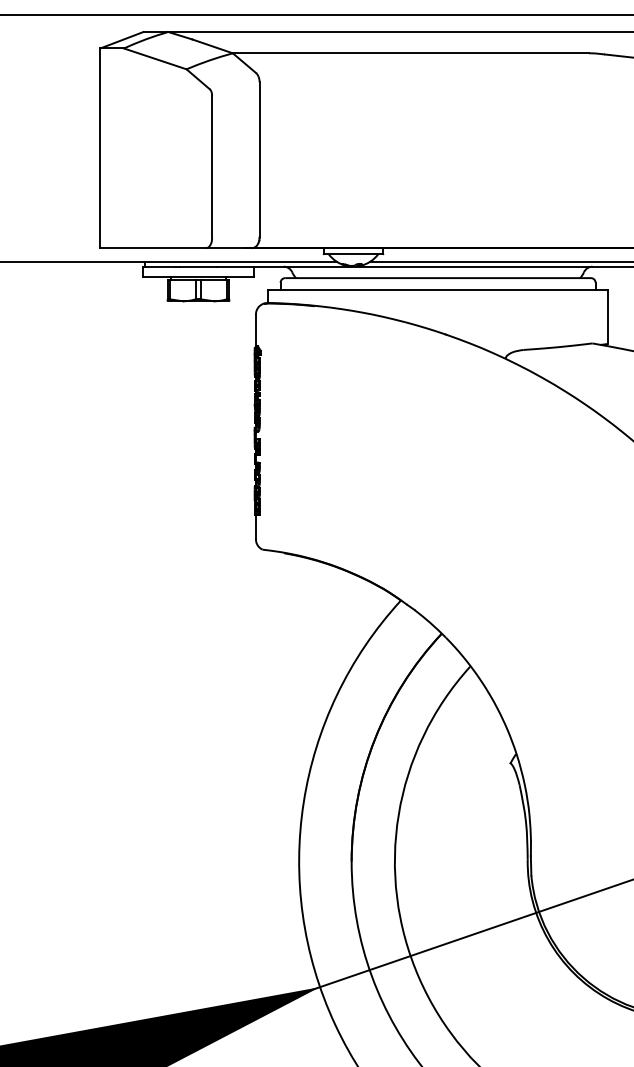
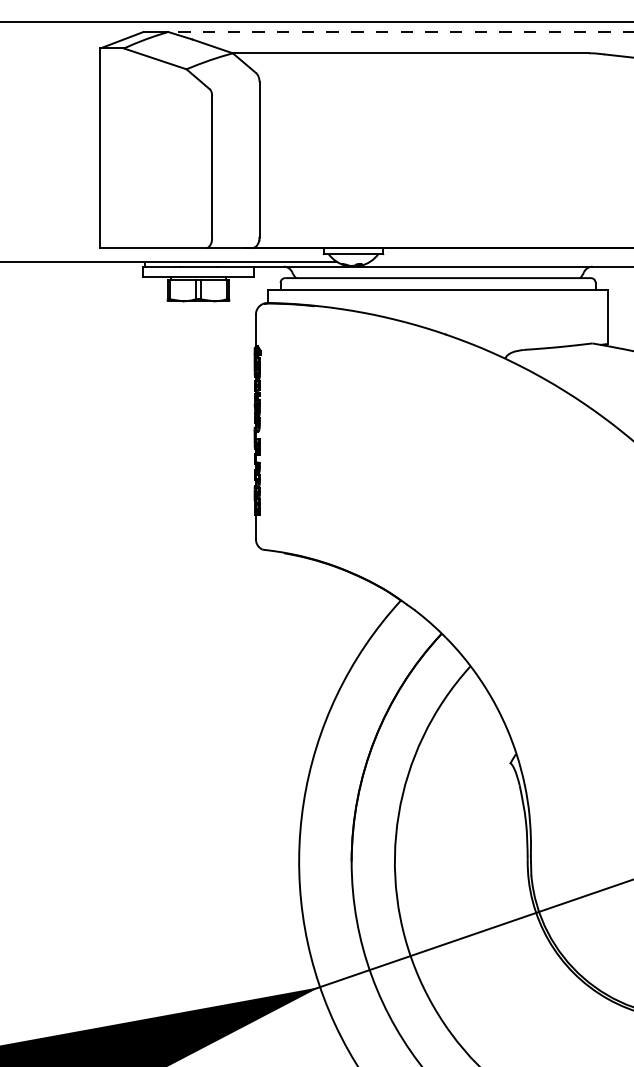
line at (316, 14) position: (316, 14) -> (316, 21)
line at (400, 32): solid -> dashed
line at (500, 261): present -> none
